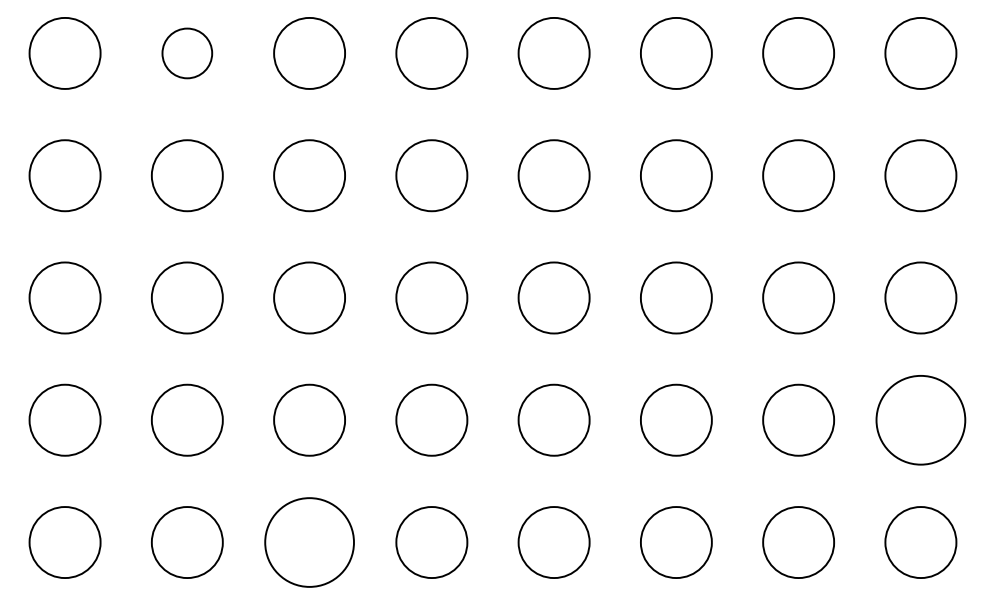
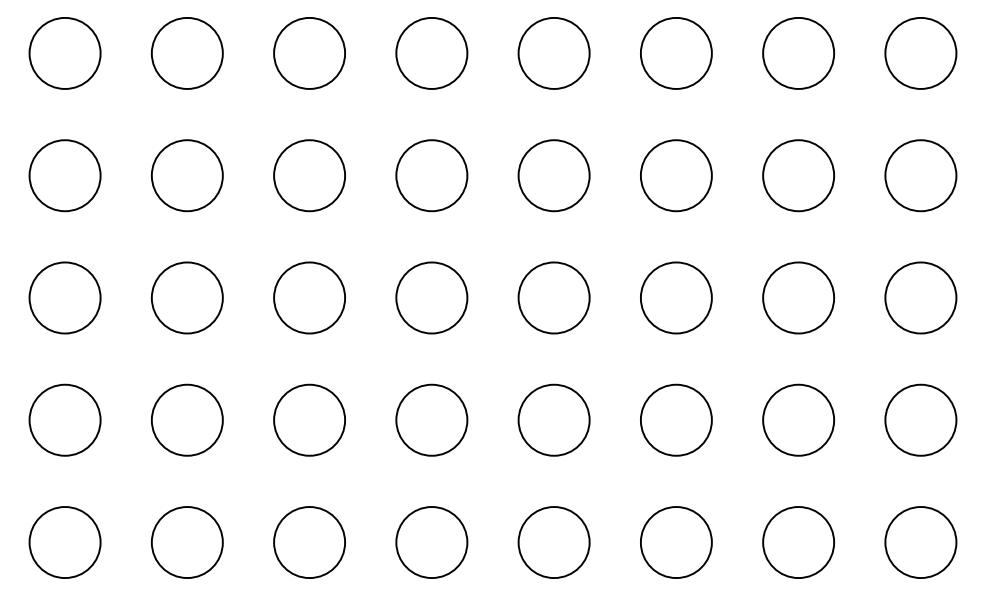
circle at (187, 53) diameter: 50 px -> 71 px
circle at (920, 419) diameter: 89 px -> 71 px
circle at (309, 542) diameter: 89 px -> 71 px
